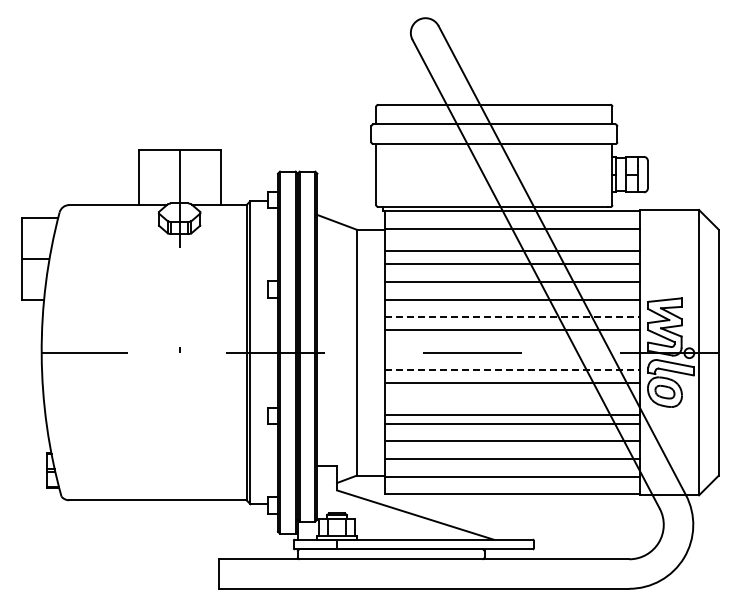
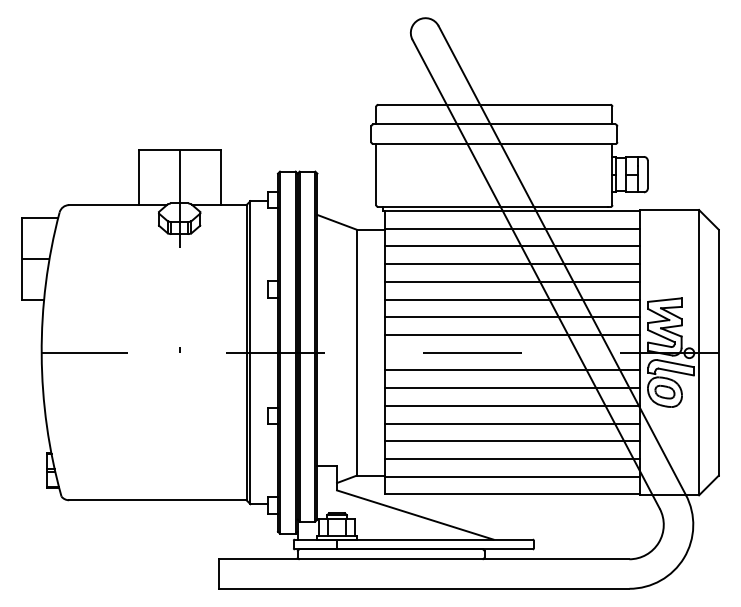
line at (512, 251) position: (512, 251) -> (512, 246)
line at (512, 317): dashed -> solid
line at (512, 329) position: (512, 329) -> (512, 334)
line at (512, 370): dashed -> solid
line at (512, 383) position: (512, 383) -> (512, 388)
line at (512, 414) position: (512, 414) -> (512, 405)
